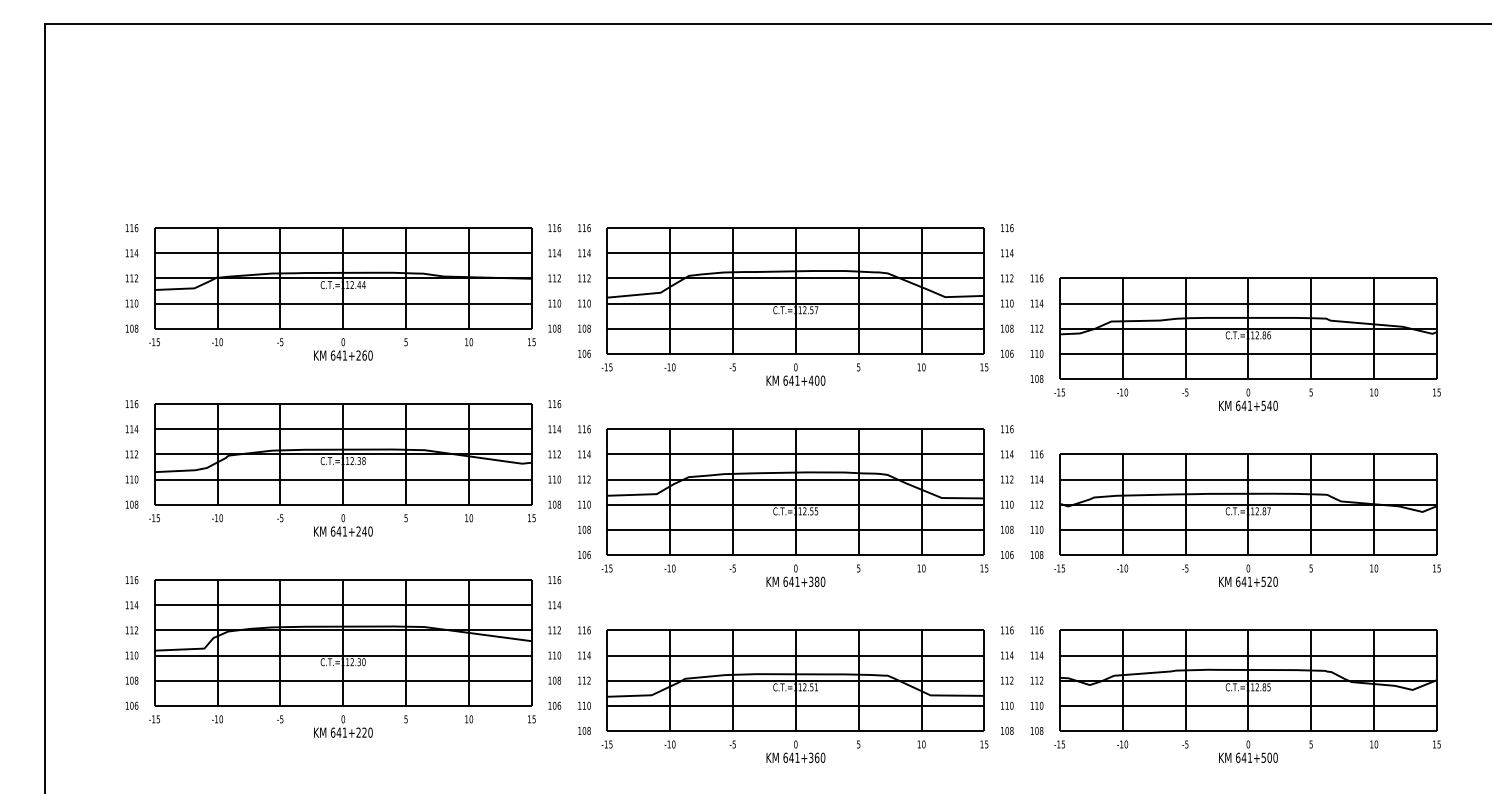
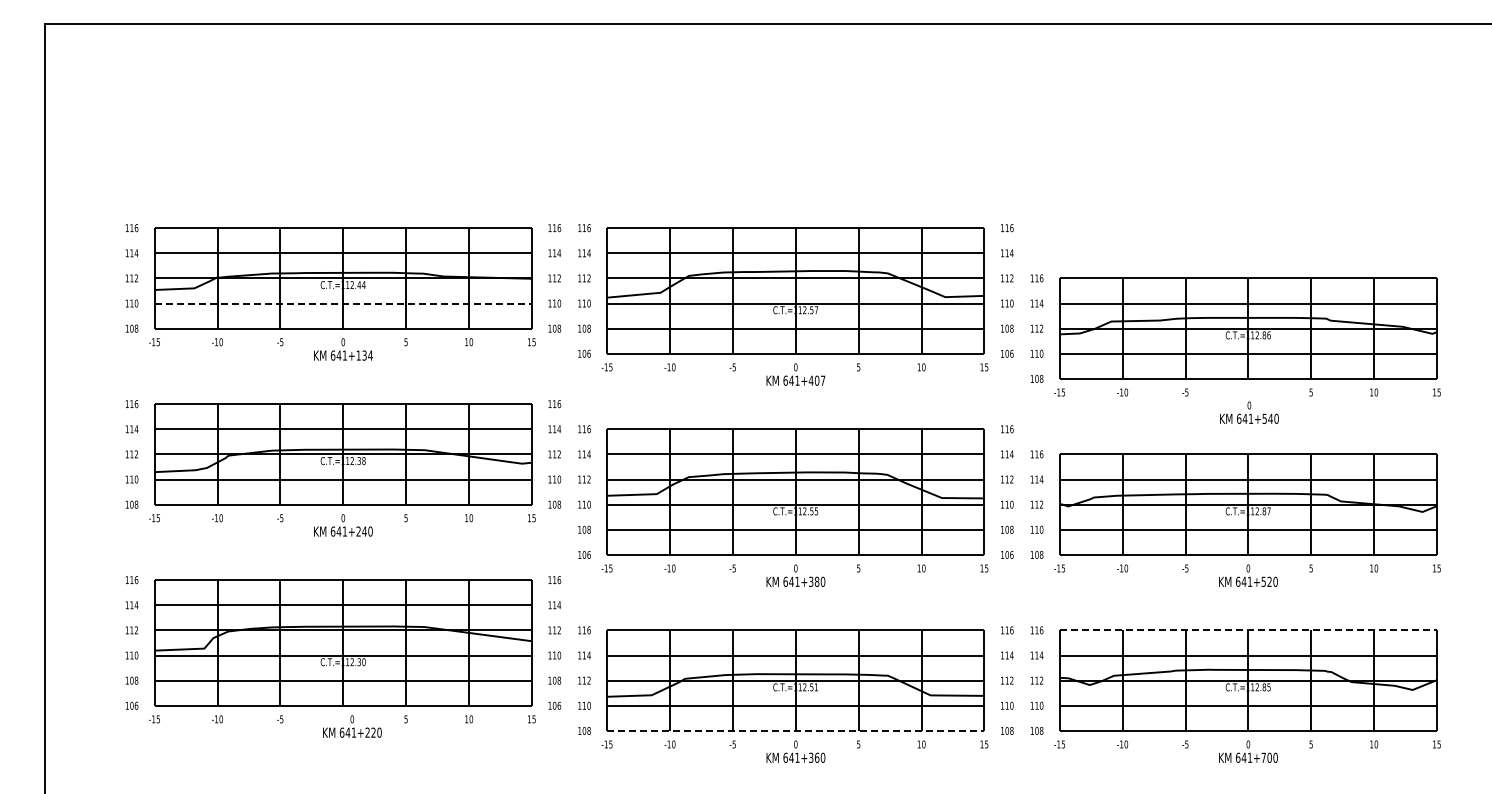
line at (343, 303): solid -> dashed
text at (364, 355): 641+260 -> 641+134
text at (822, 380): 641+400 -> 641+407
text at (1248, 399) position: (1248, 399) -> (1249, 412)
line at (1248, 630): solid -> dashed
text at (343, 726) position: (343, 726) -> (352, 726)
line at (795, 730): solid -> dashed
text at (1263, 757): 641+500 -> 641+700
